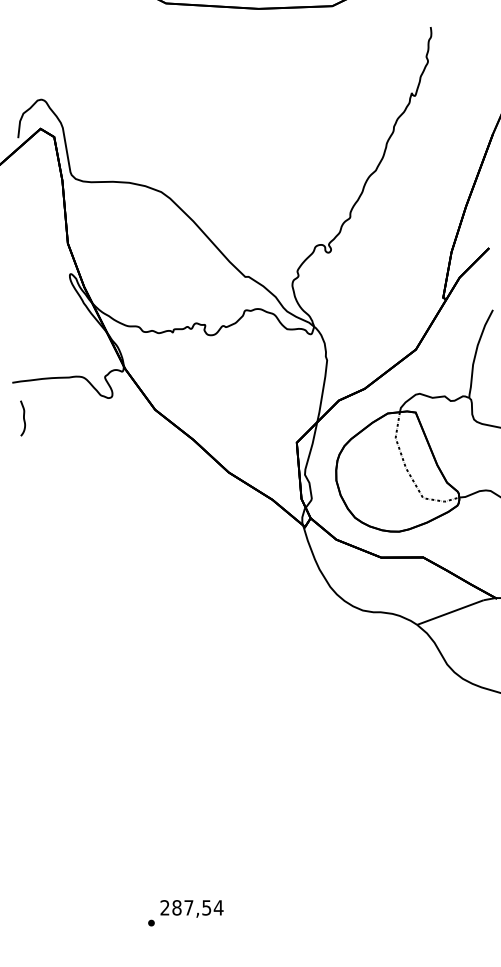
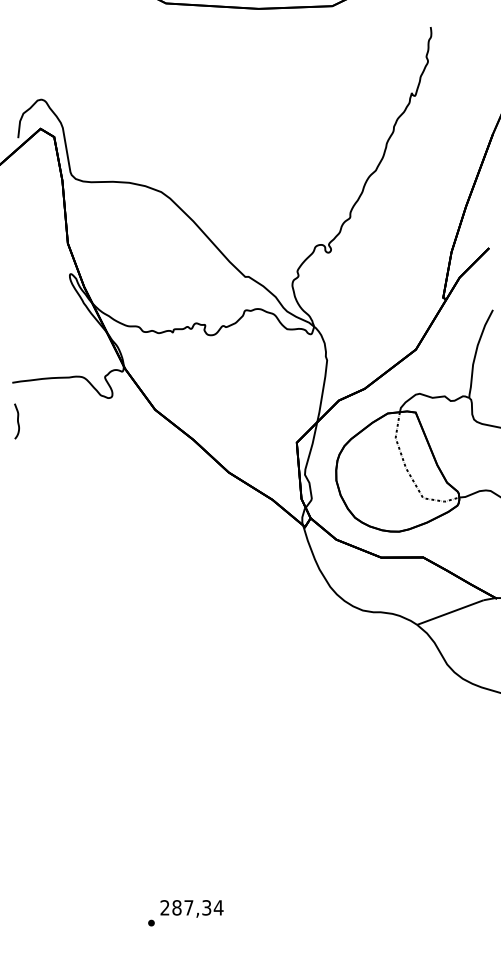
curve at (23, 418) position: (23, 418) -> (17, 421)
text at (206, 907): 287,54 -> 287,34
